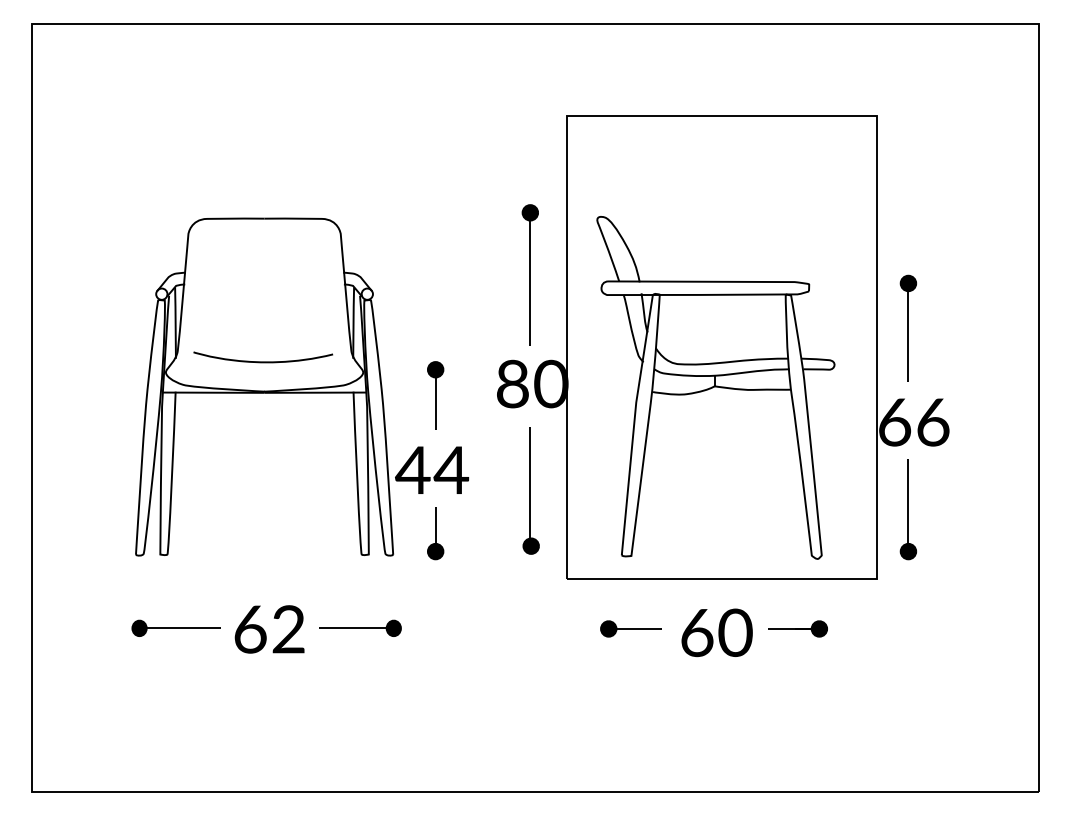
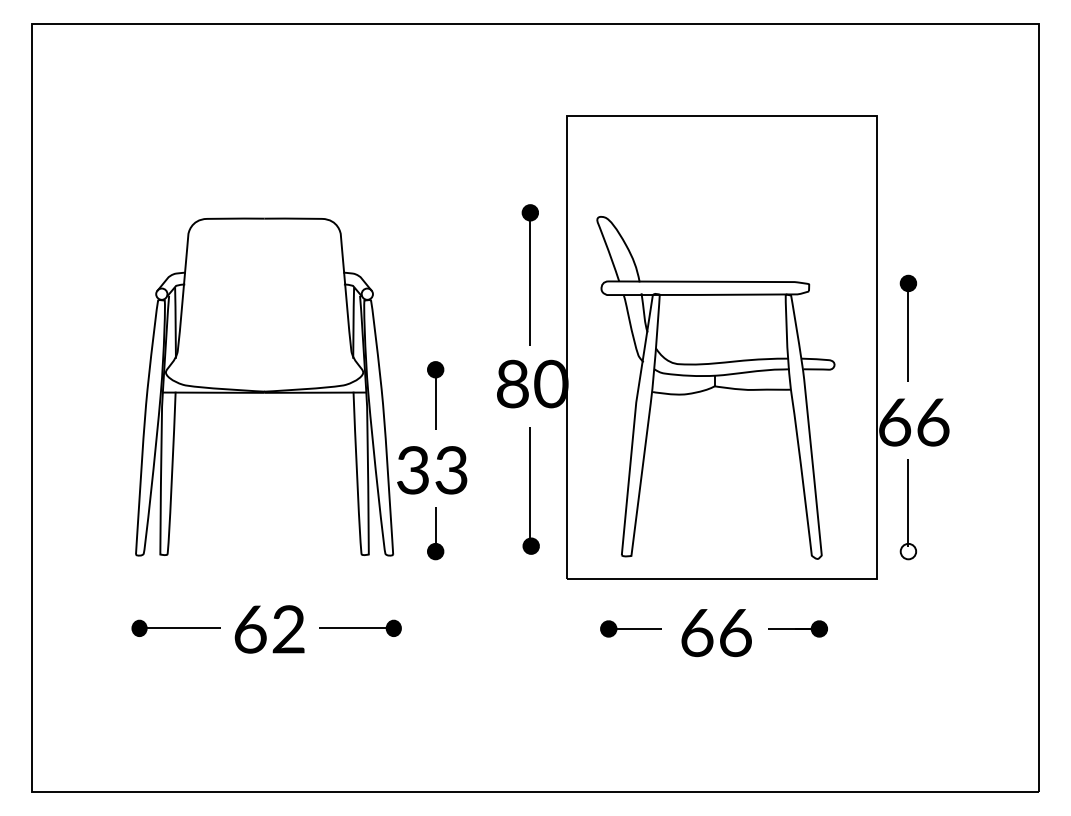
curve at (263, 361): present -> none
text at (432, 470): 44 -> 33
fill at (908, 551): present -> none
text at (735, 632): 60 -> 66
